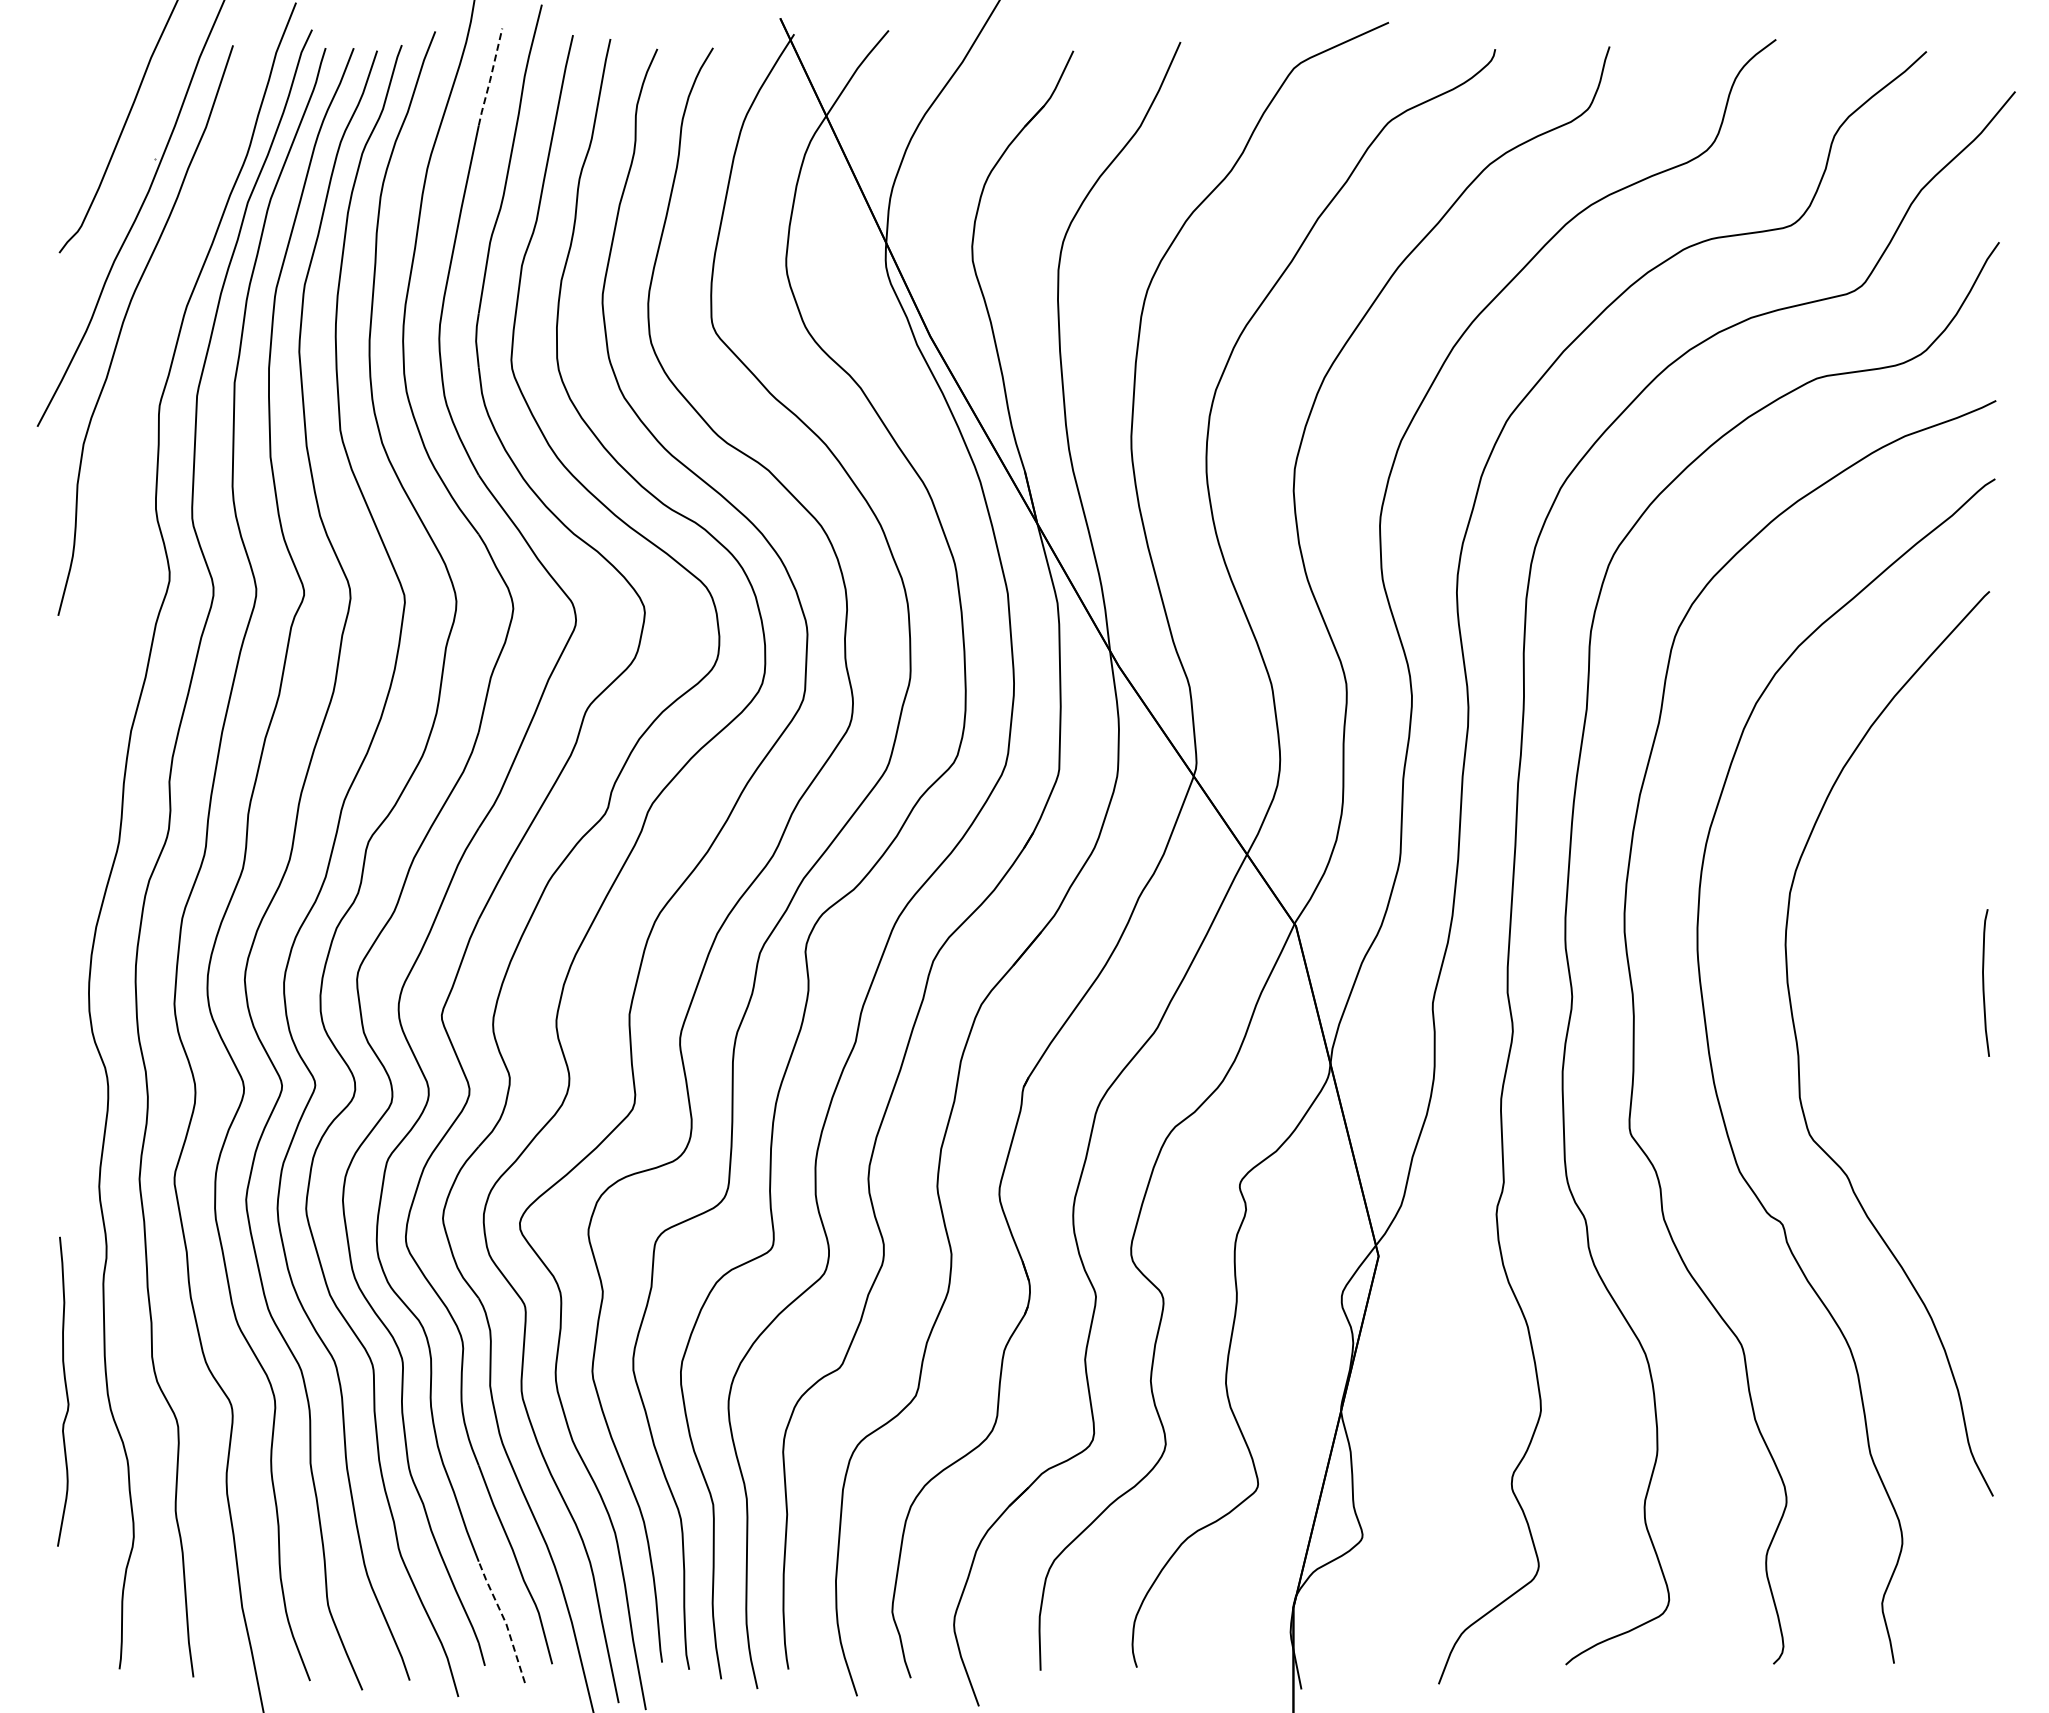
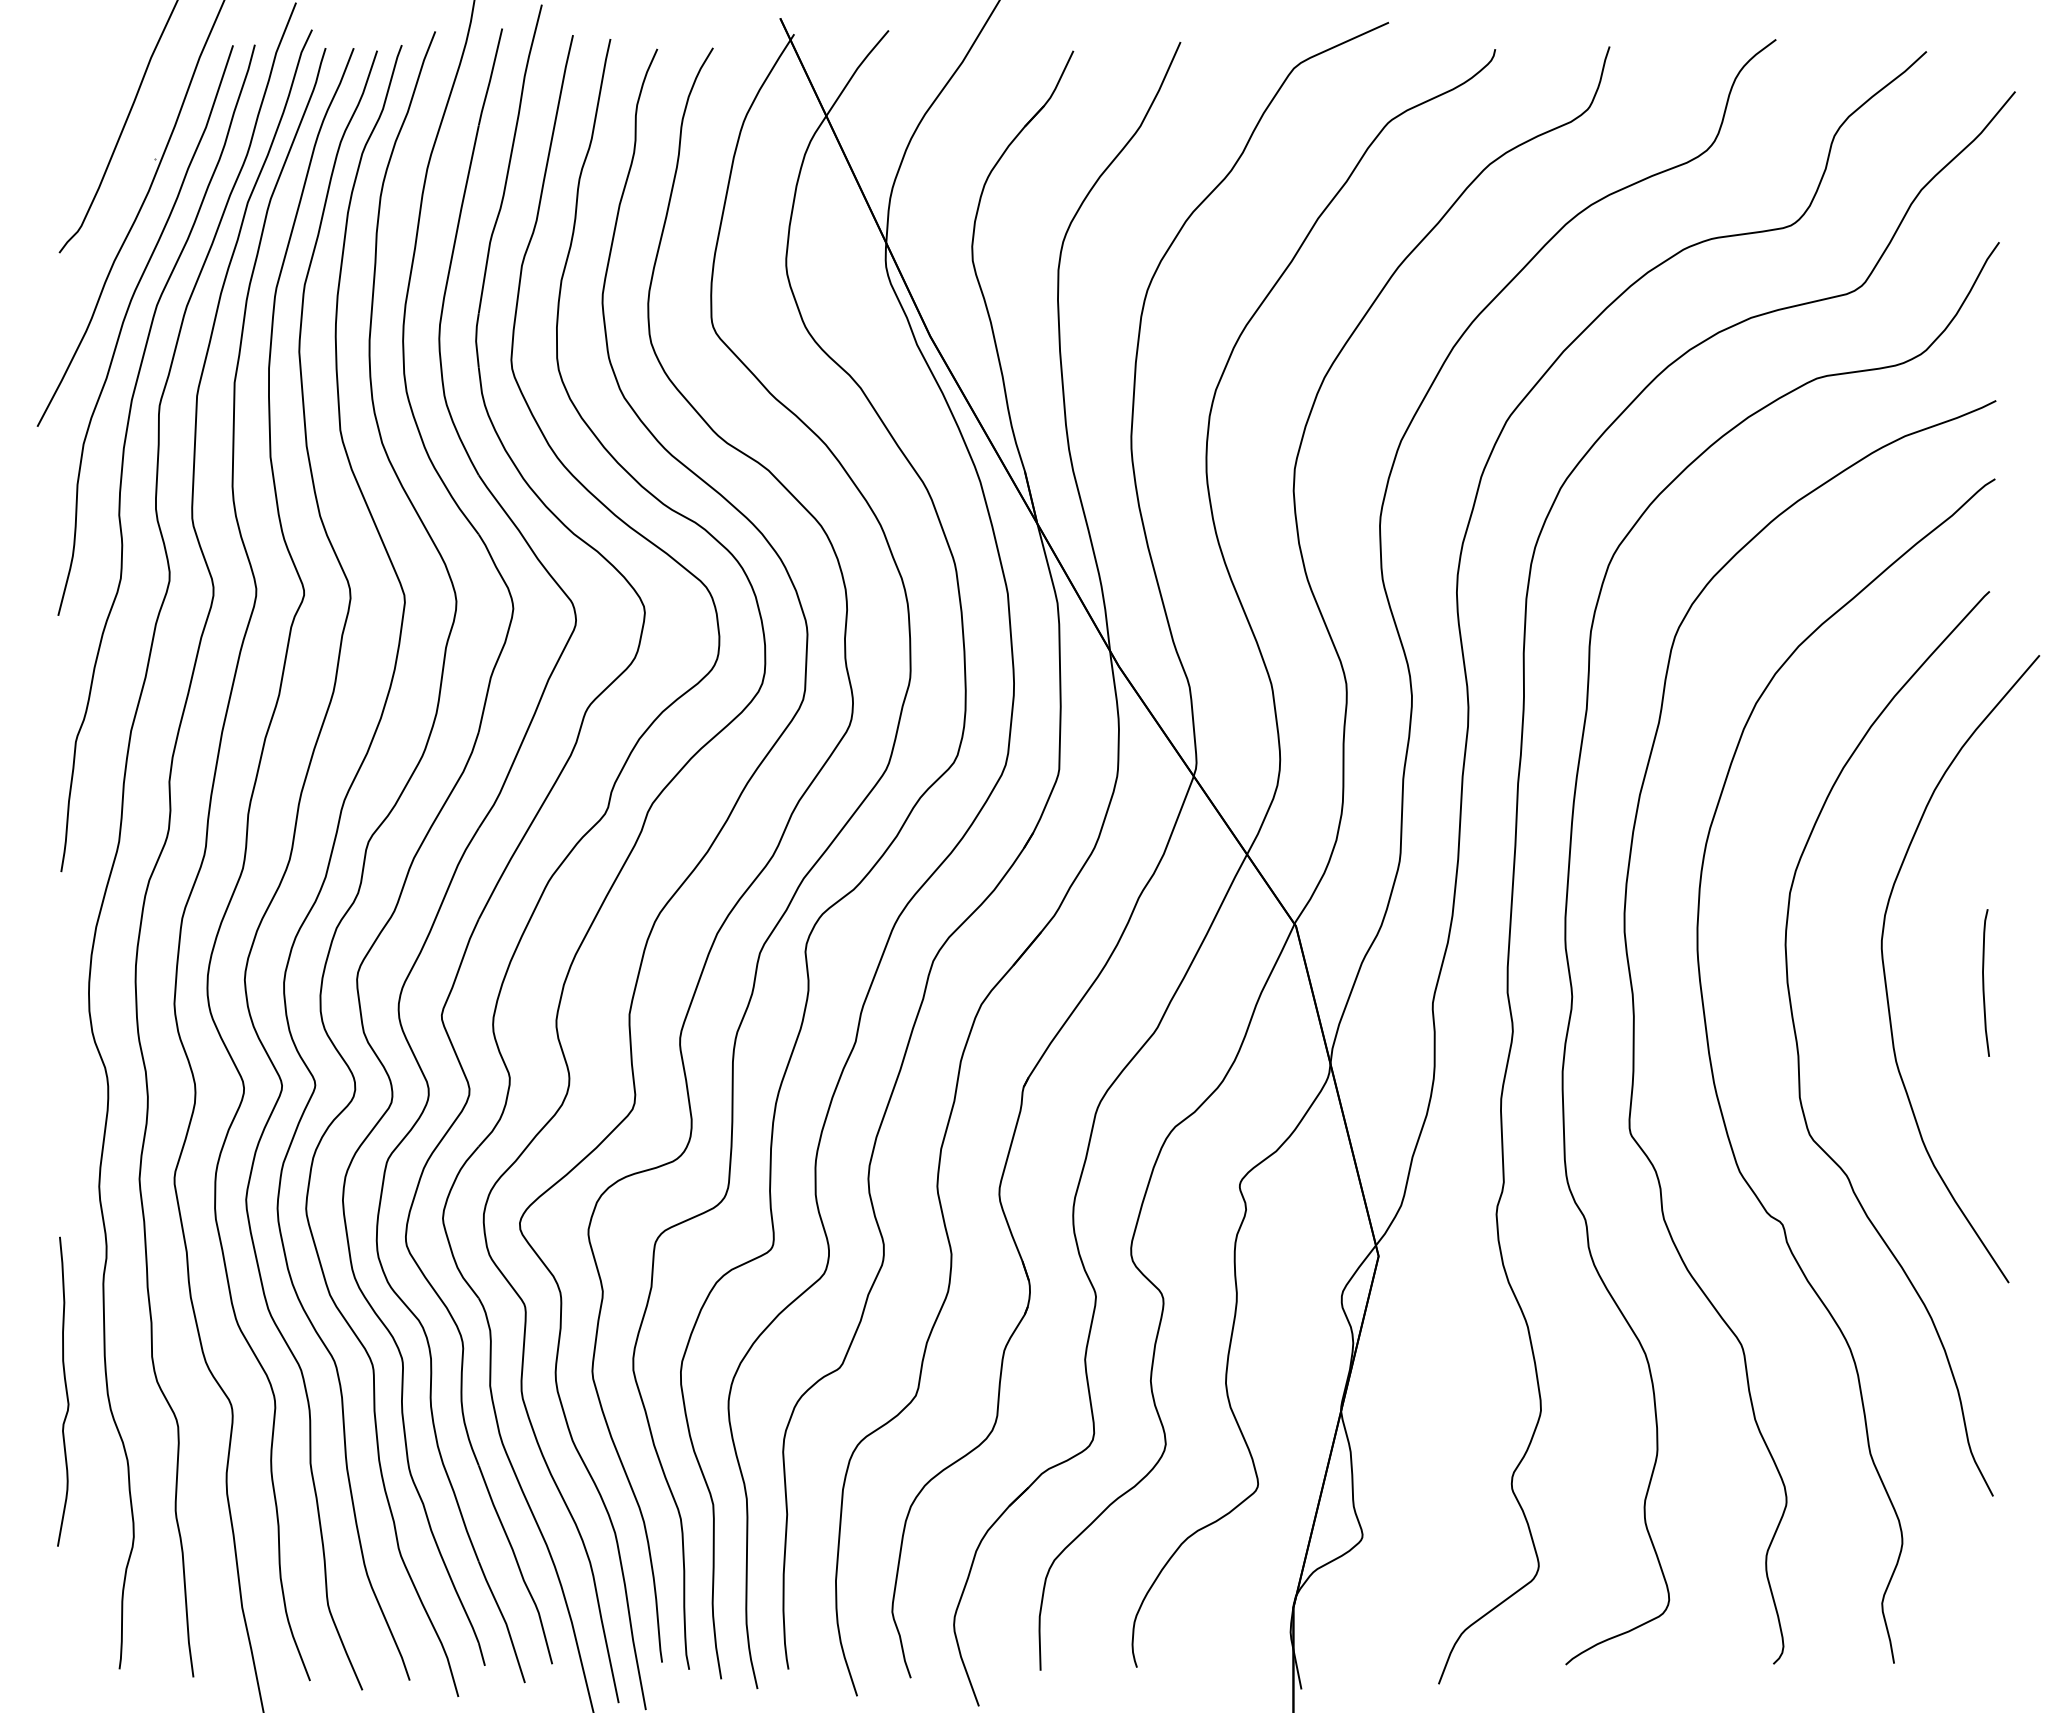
line at (490, 77): dashed -> solid
curve at (124, 455): none -> present
curve at (1886, 979): none -> present
line at (504, 1620): dashed -> solid
